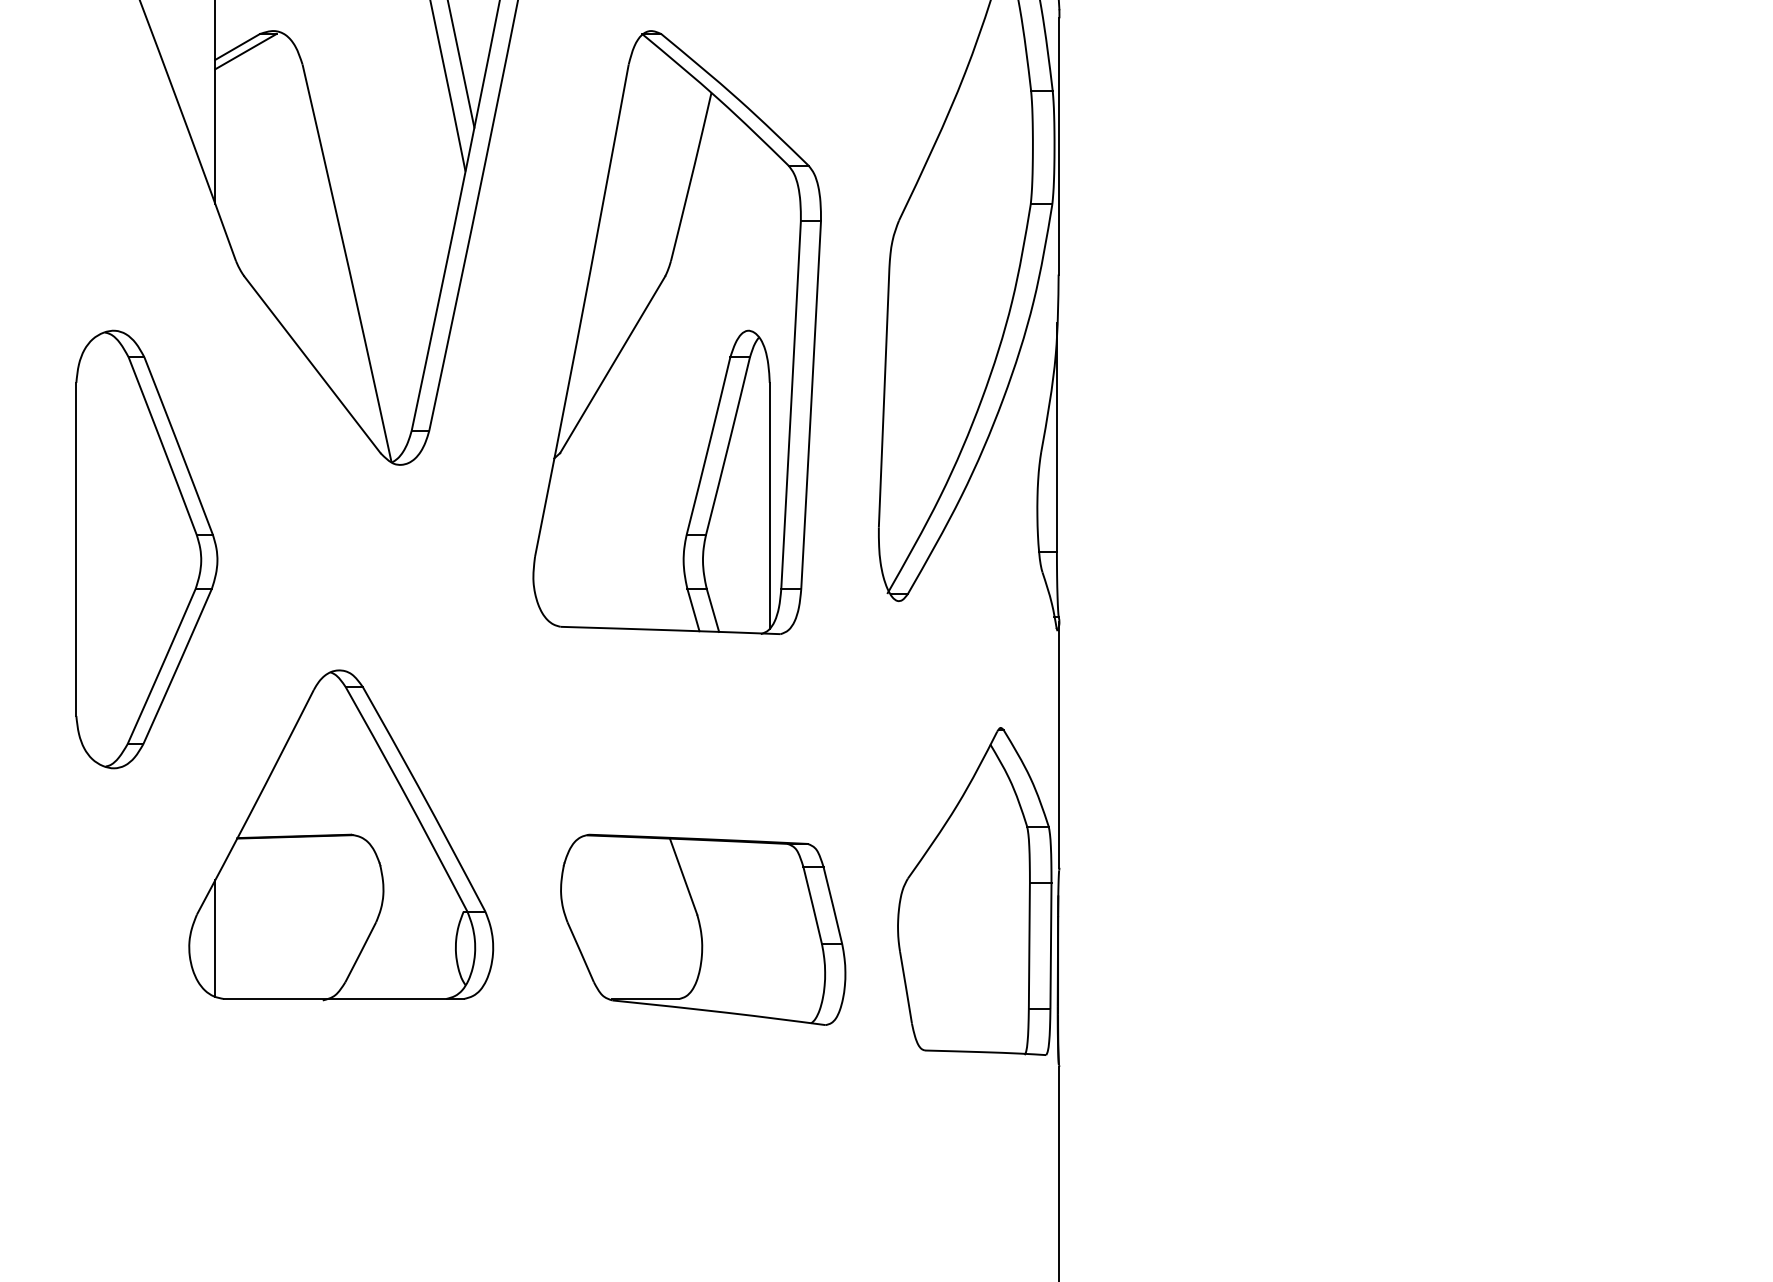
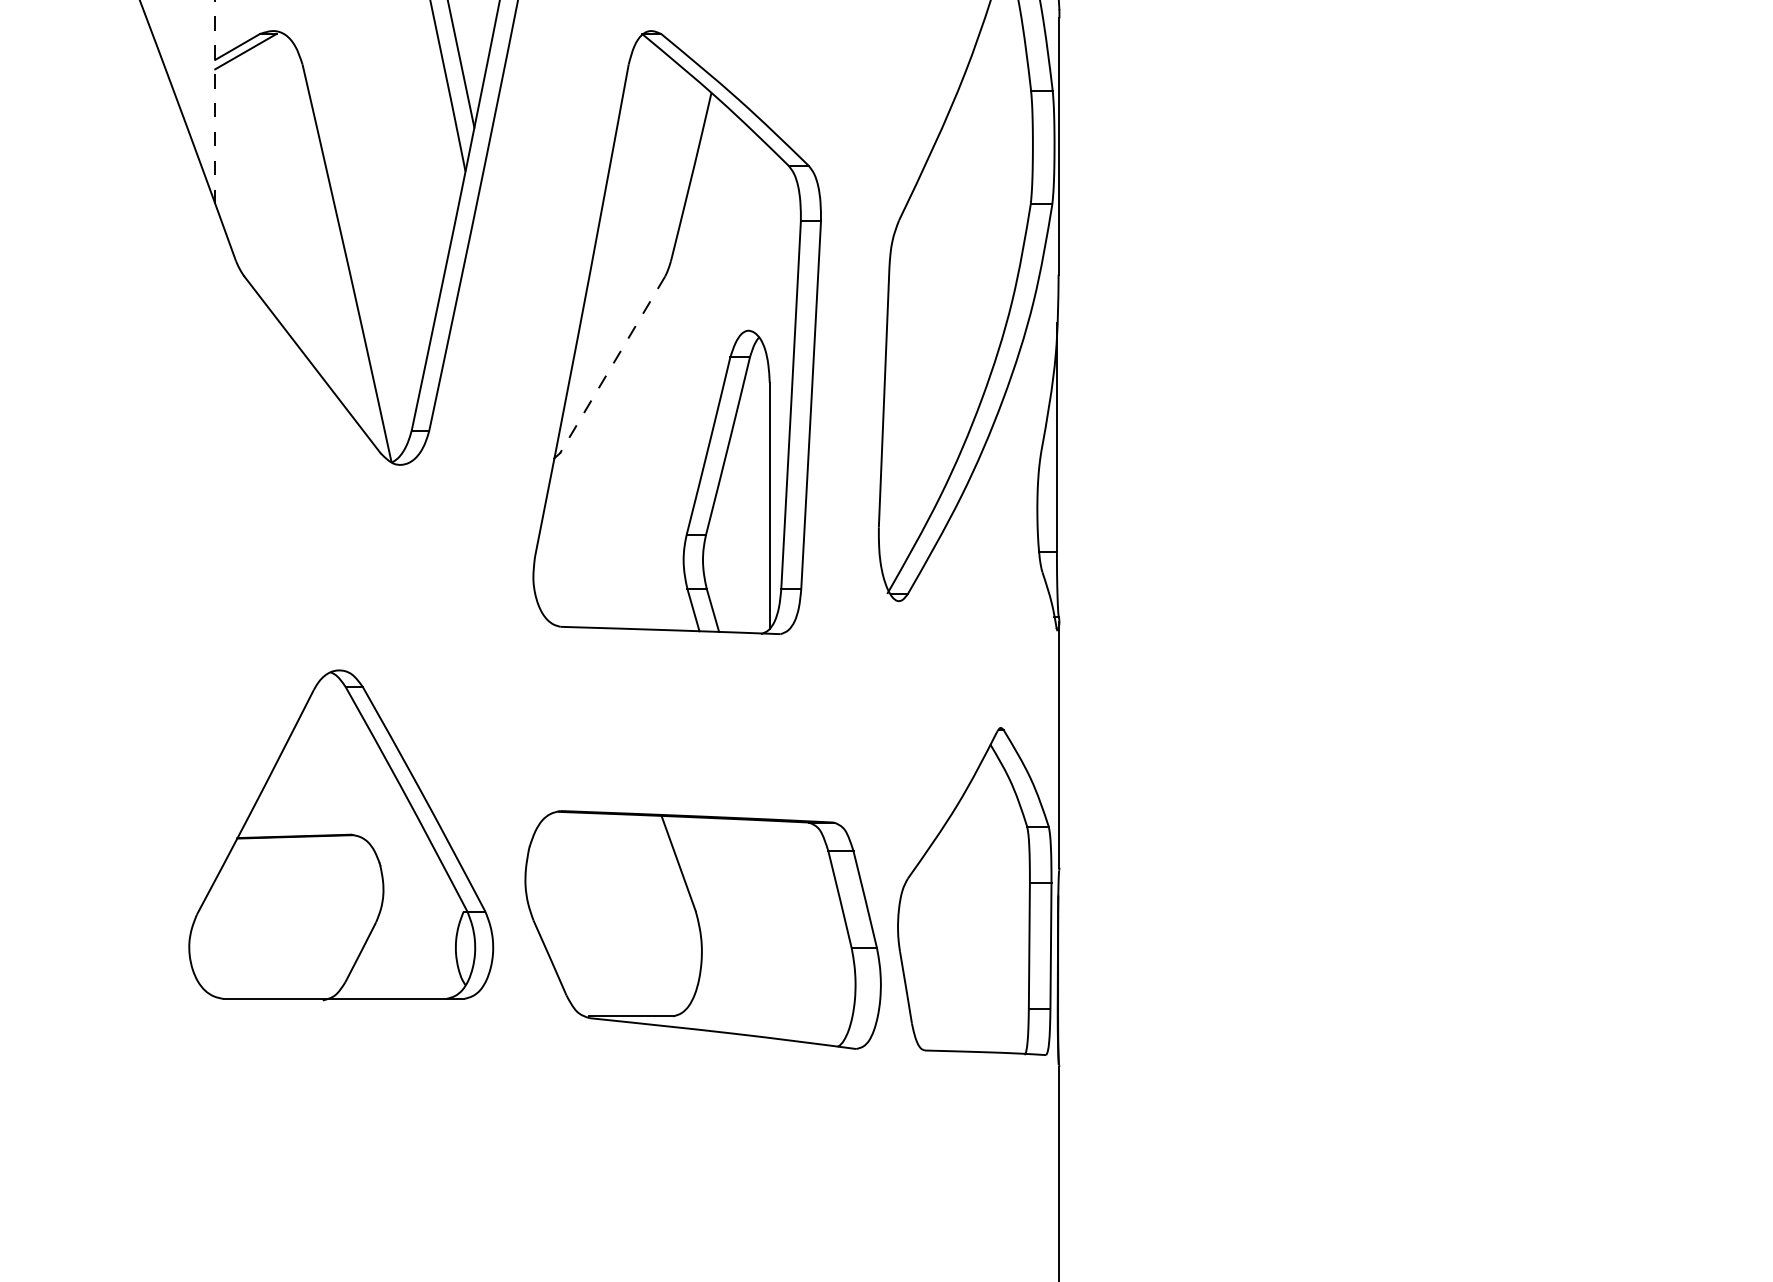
line at (215, 102): solid -> dashed
line at (612, 364): solid -> dashed
part at (146, 549): present -> none
part at (703, 929) size: 287x193 px -> 358x240 px
line at (215, 938): present -> none
